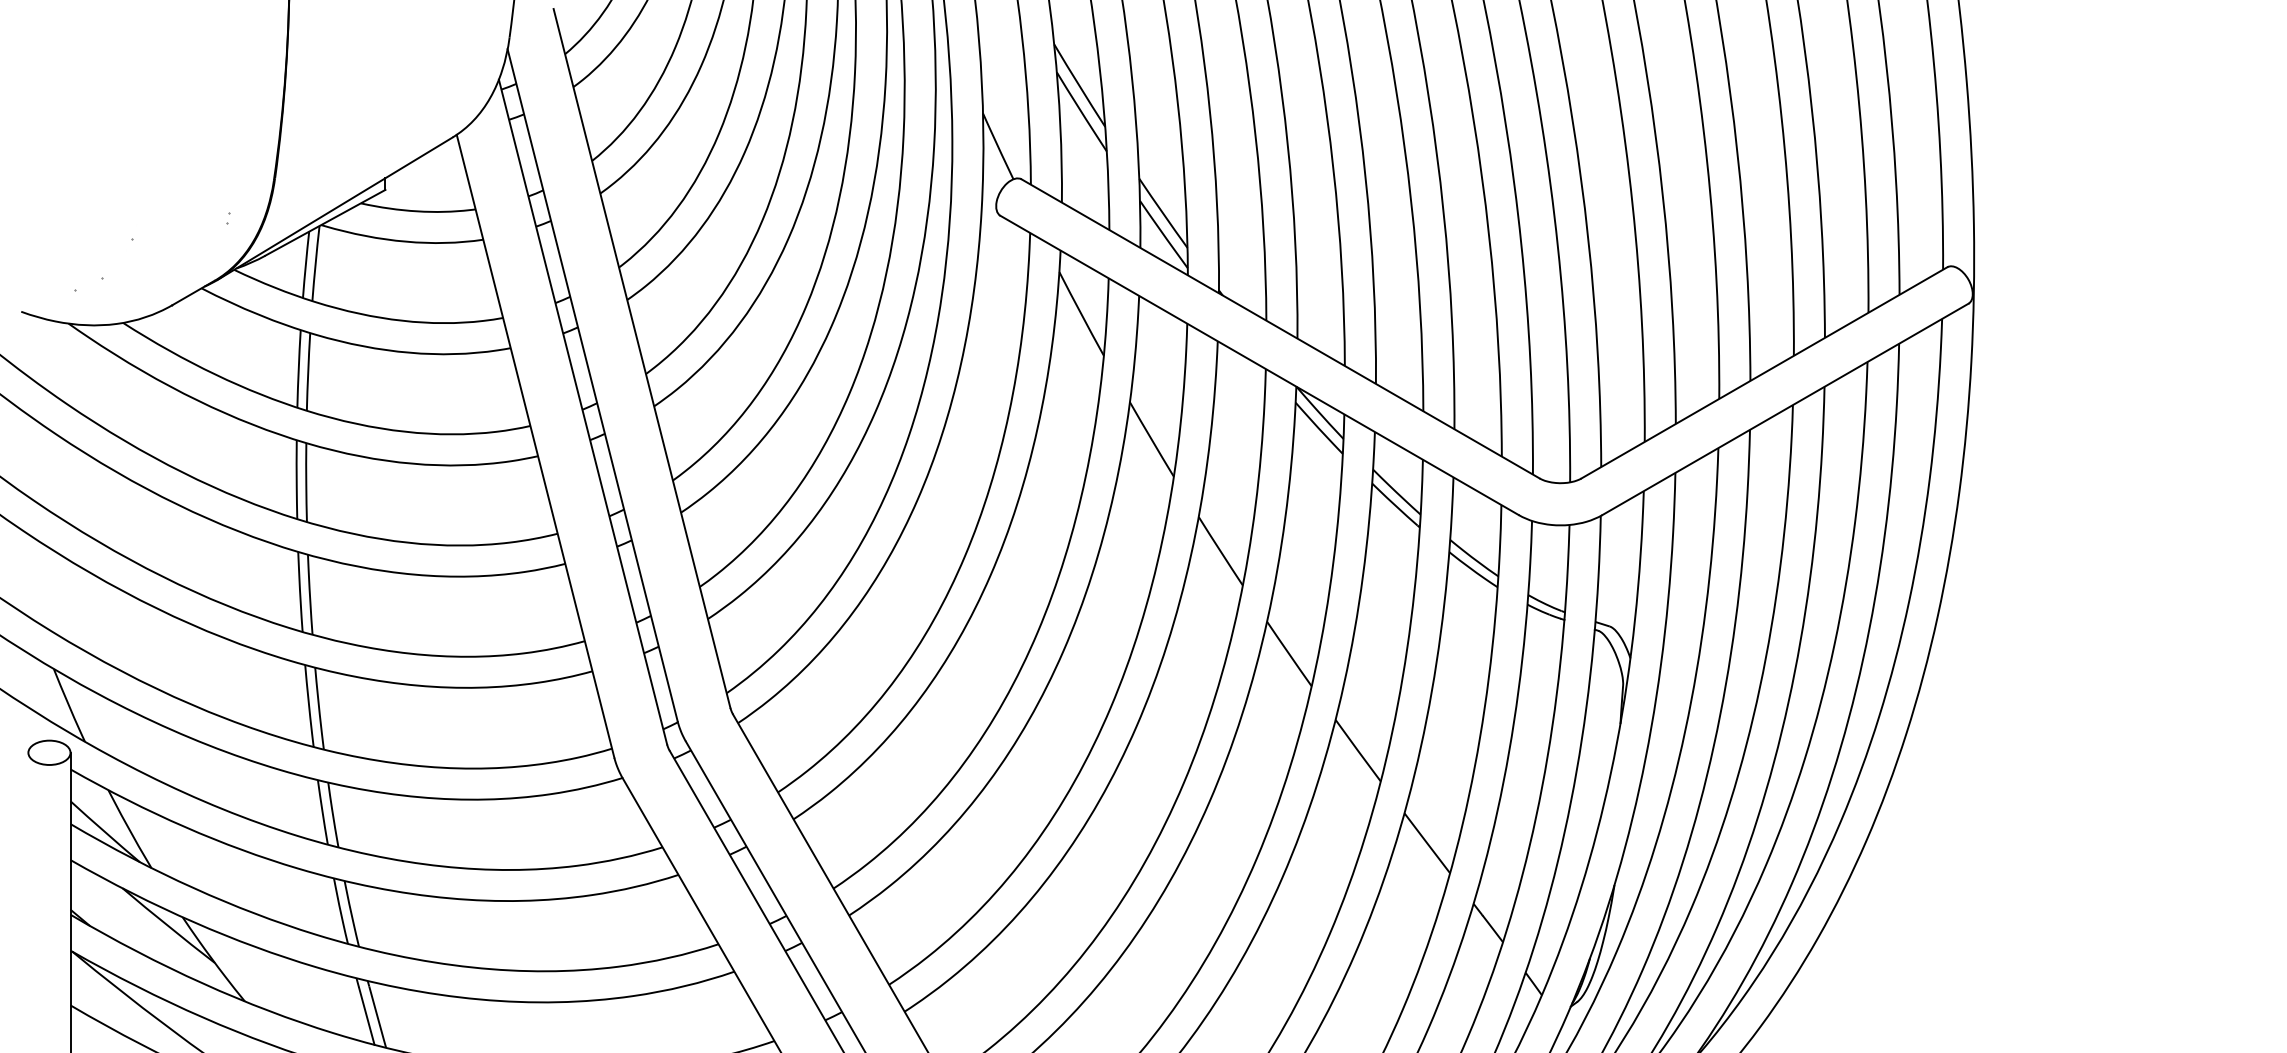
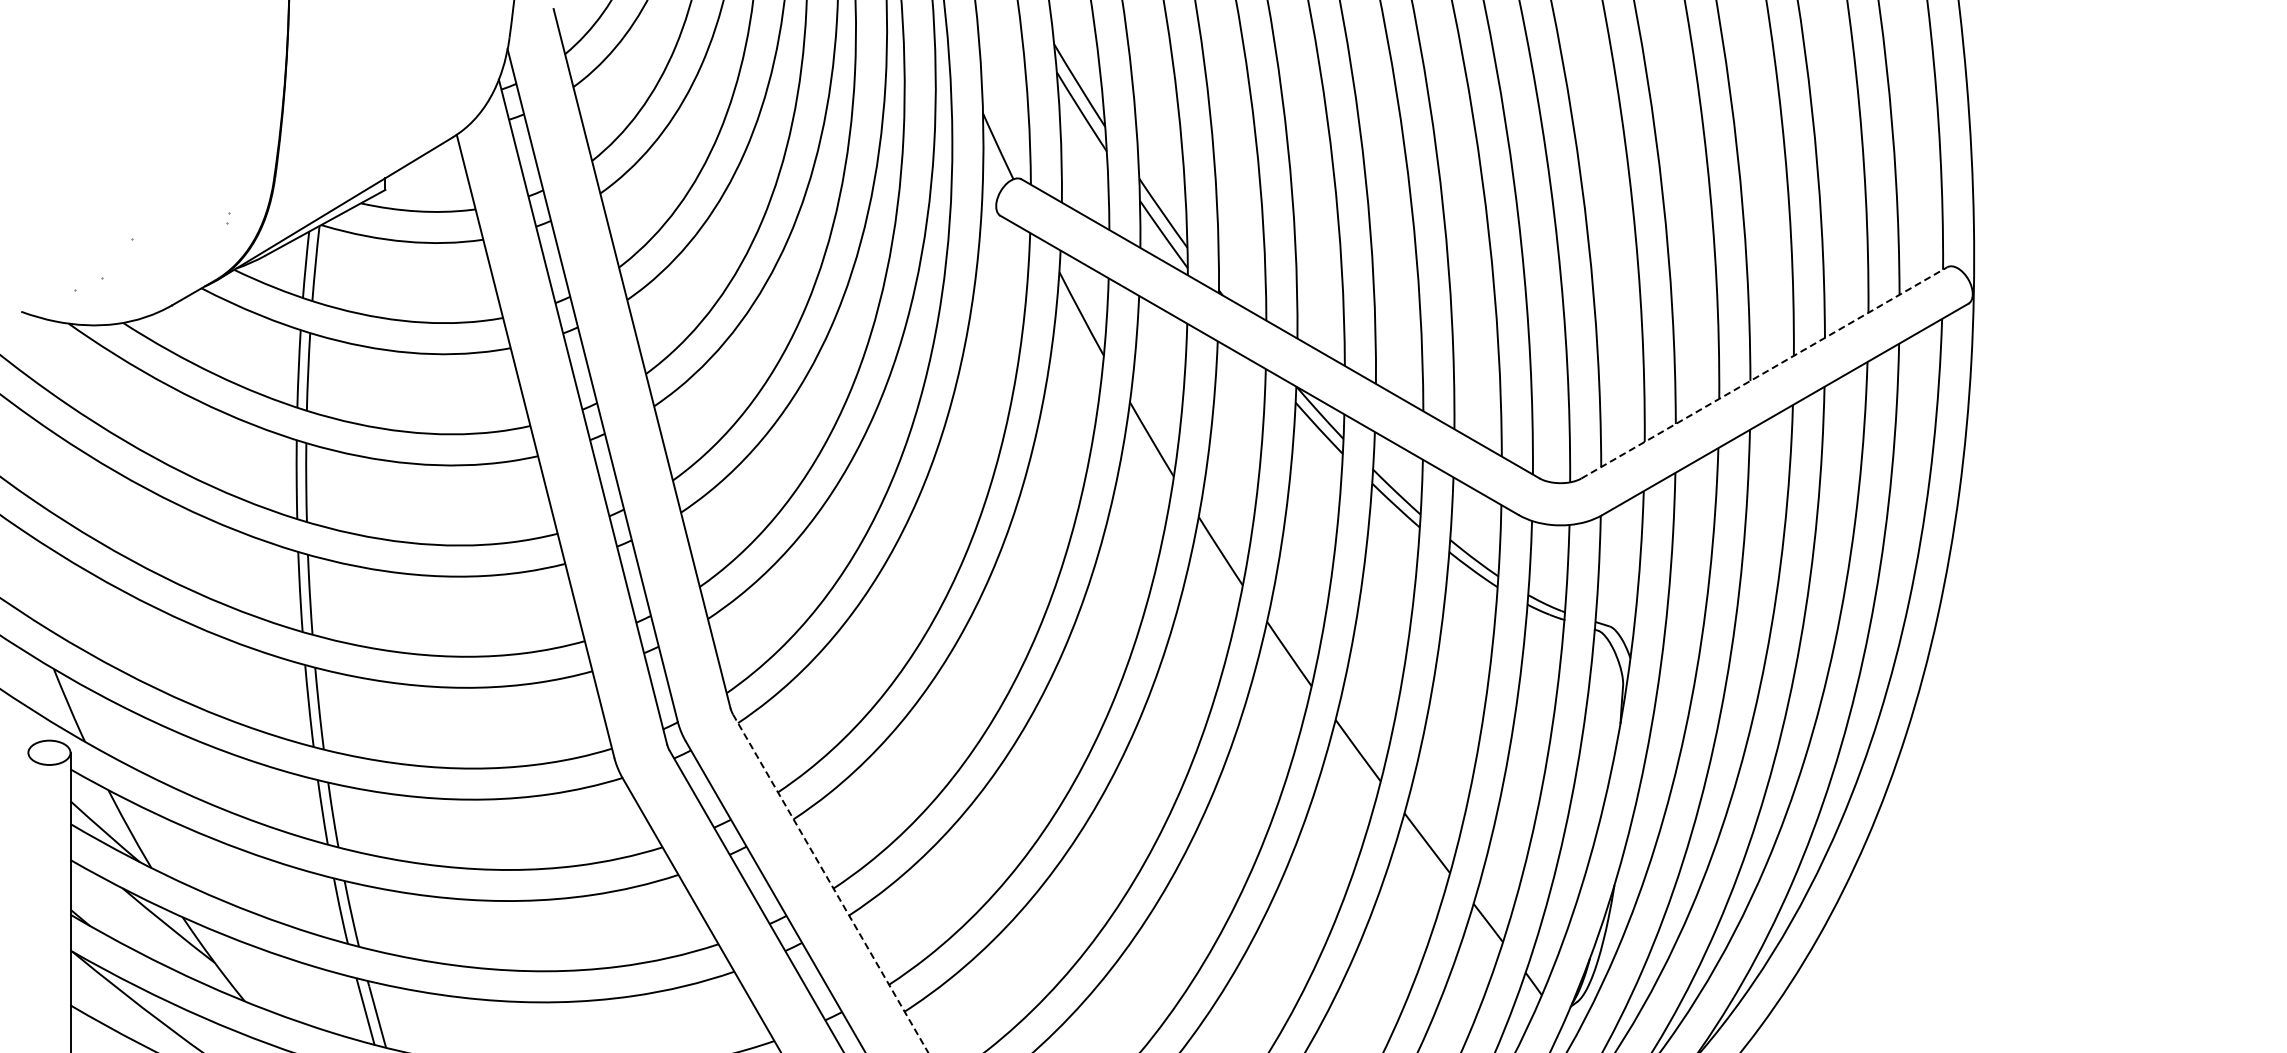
line at (1764, 372): solid -> dashed
line at (830, 883): solid -> dashed
